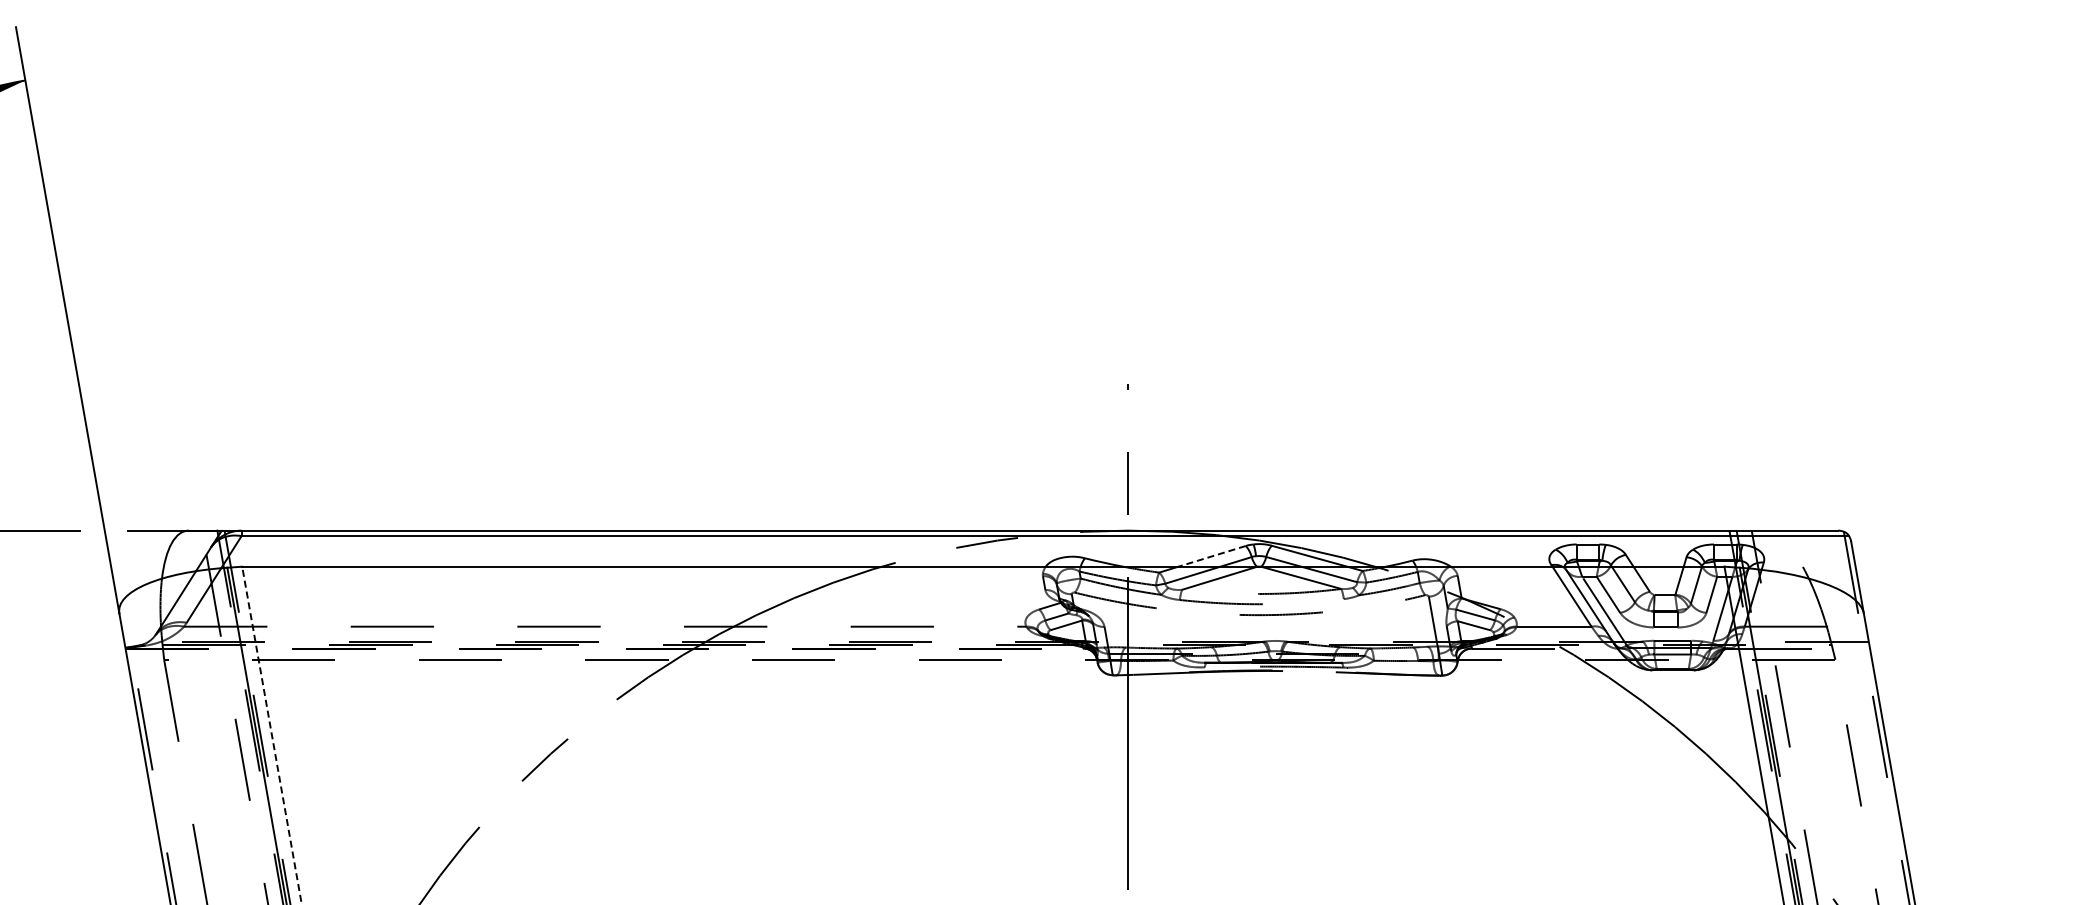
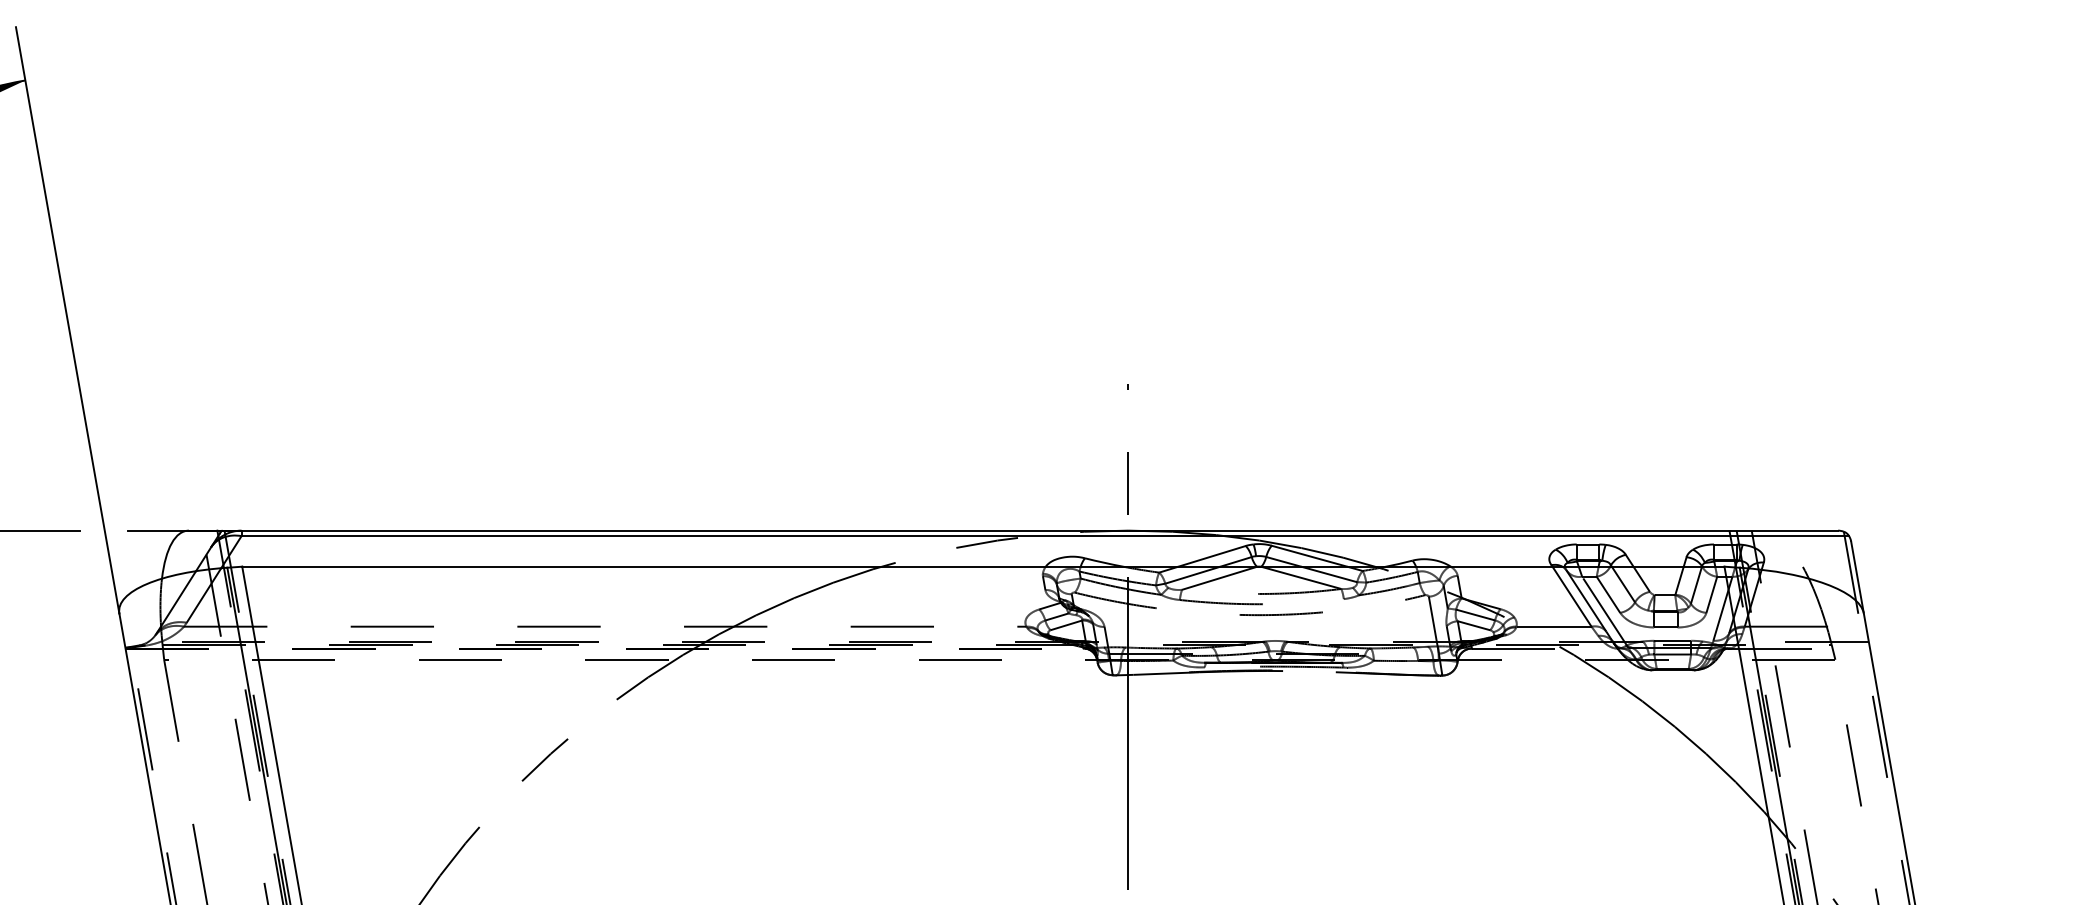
line at (1211, 556): dashed -> solid
line at (271, 735): dashed -> solid
